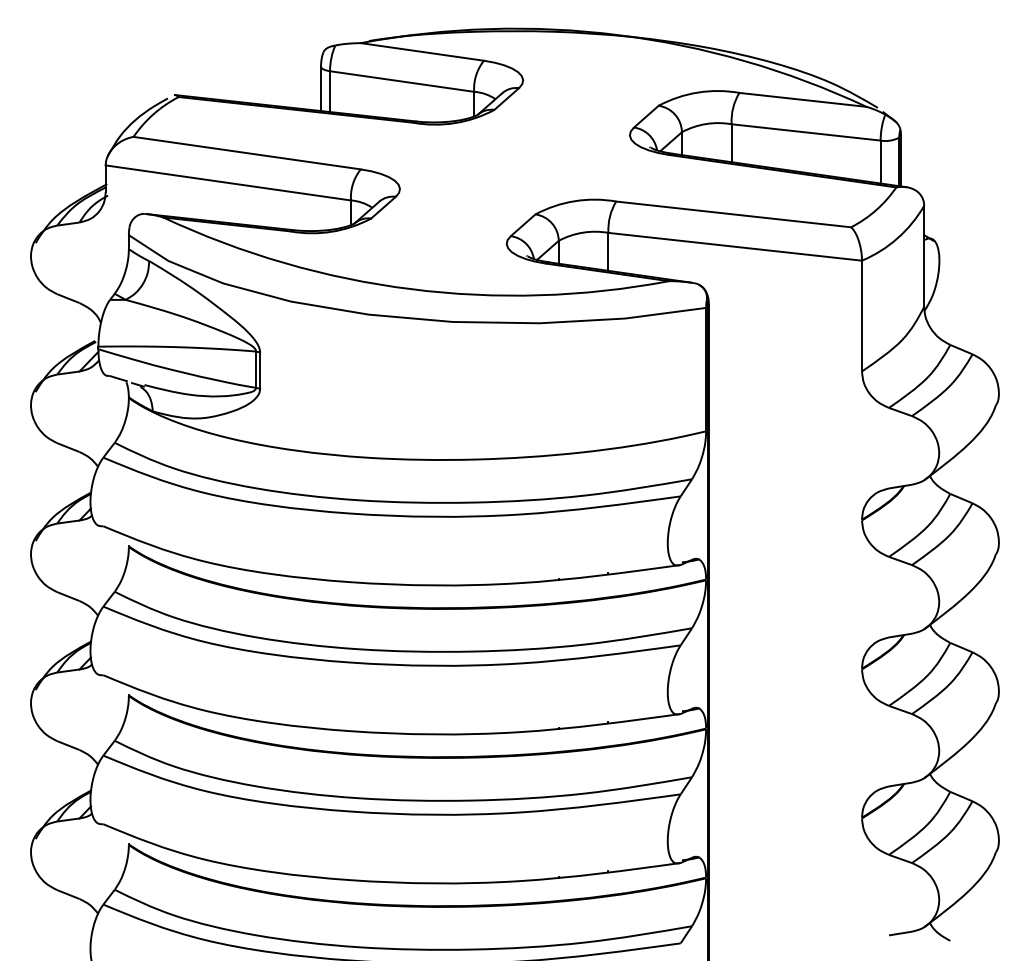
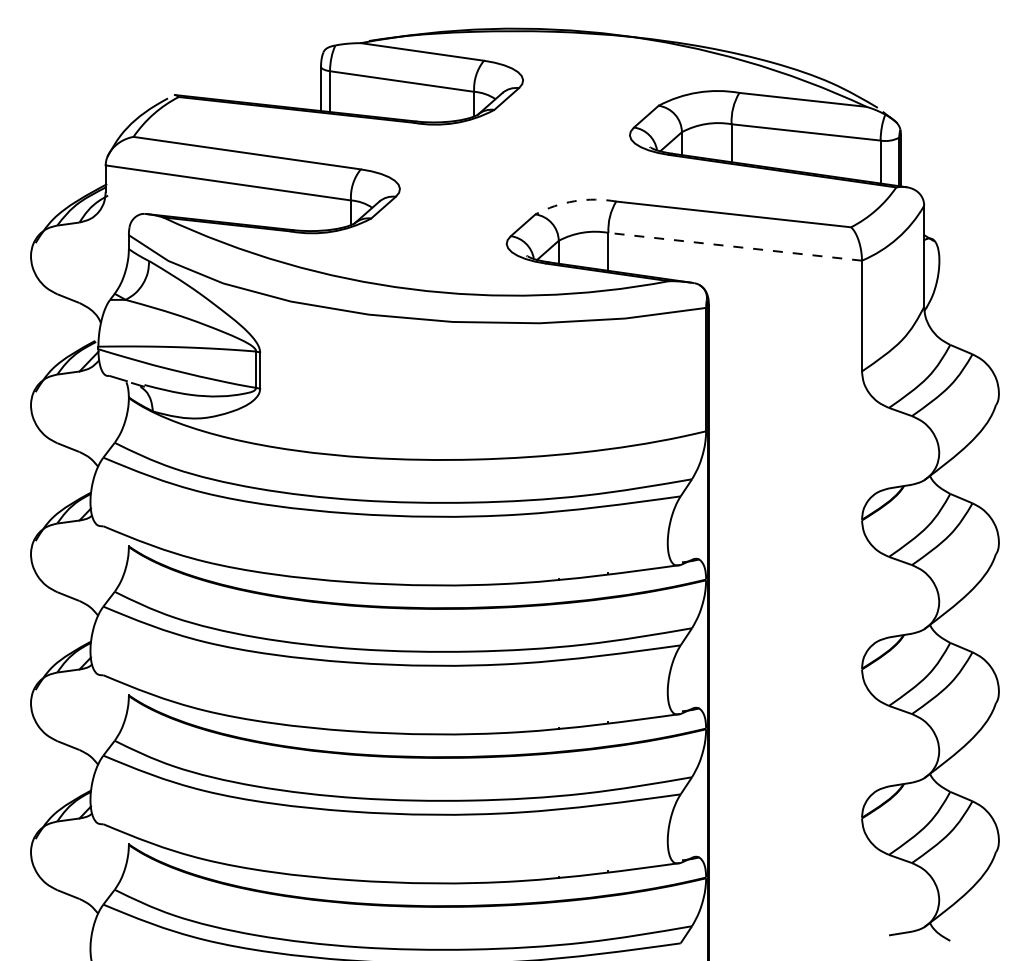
arc at (574, 201): solid -> dashed
line at (735, 246): solid -> dashed
